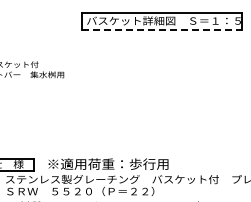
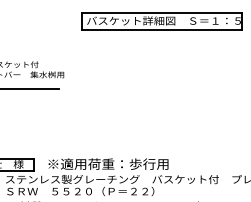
line at (162, 29): dashed -> solid
line at (30, 89): none -> present
